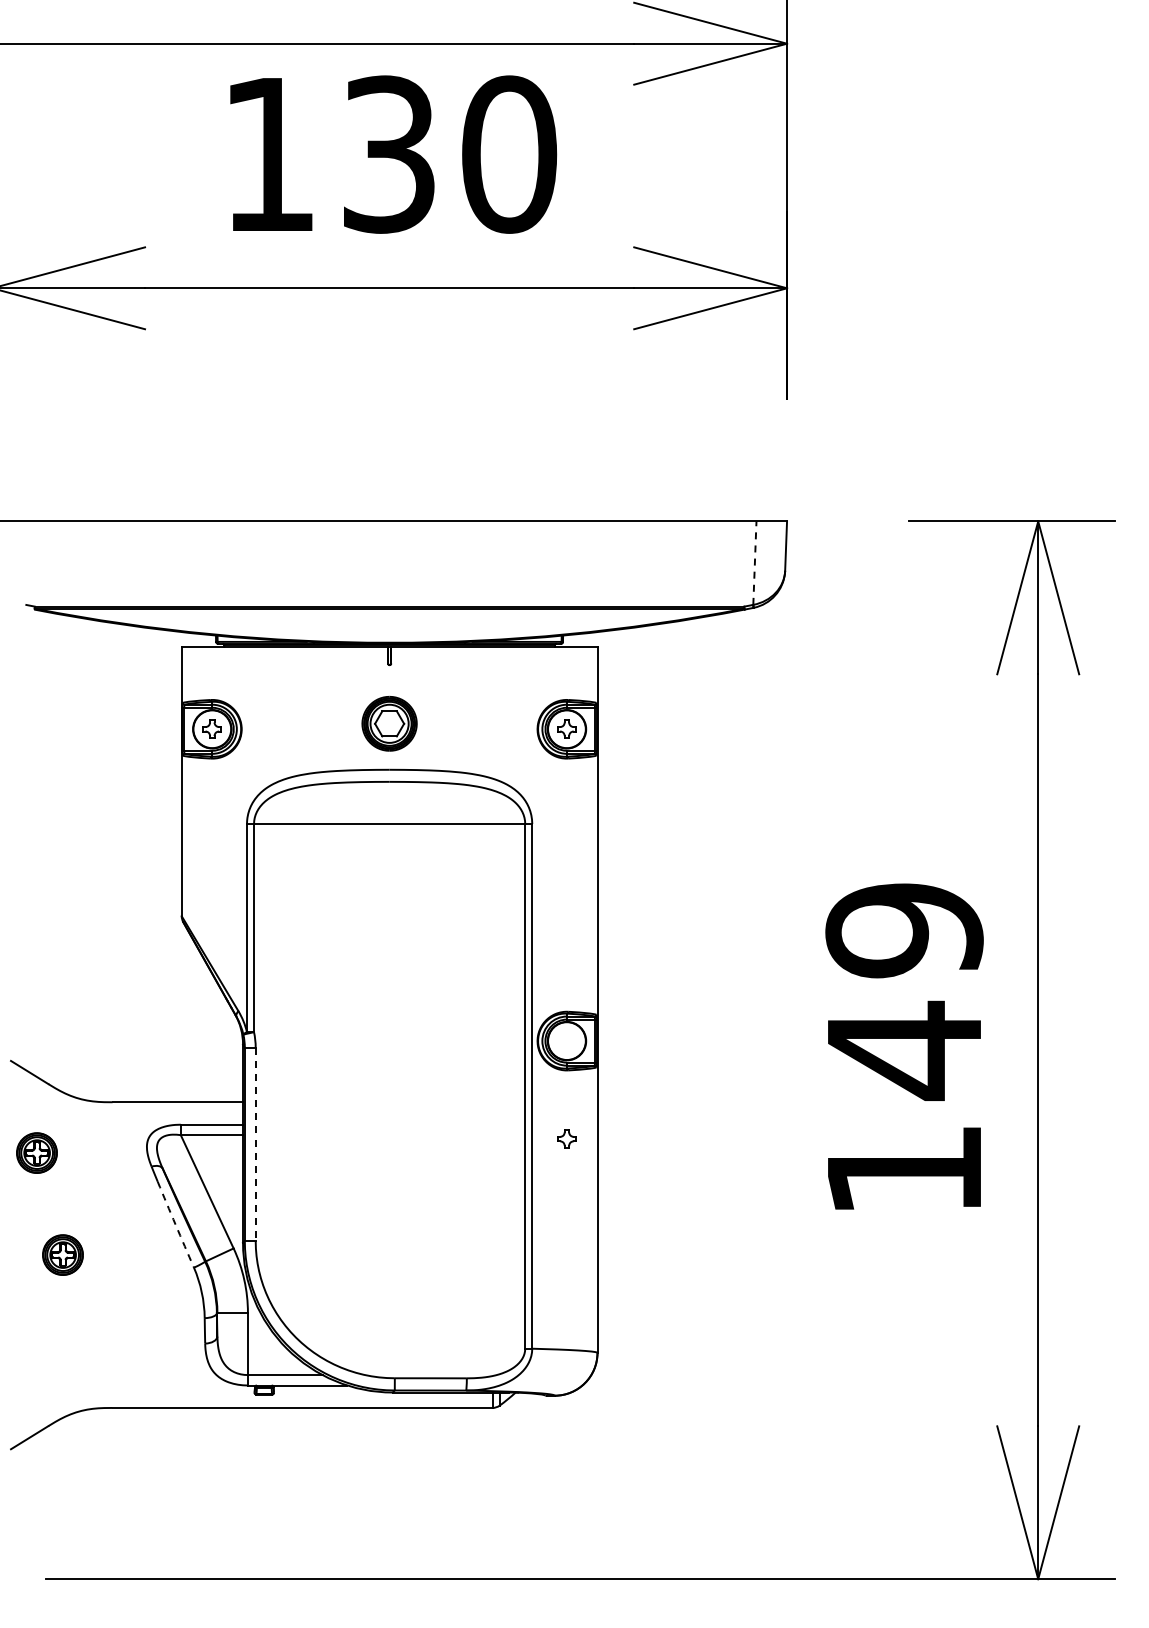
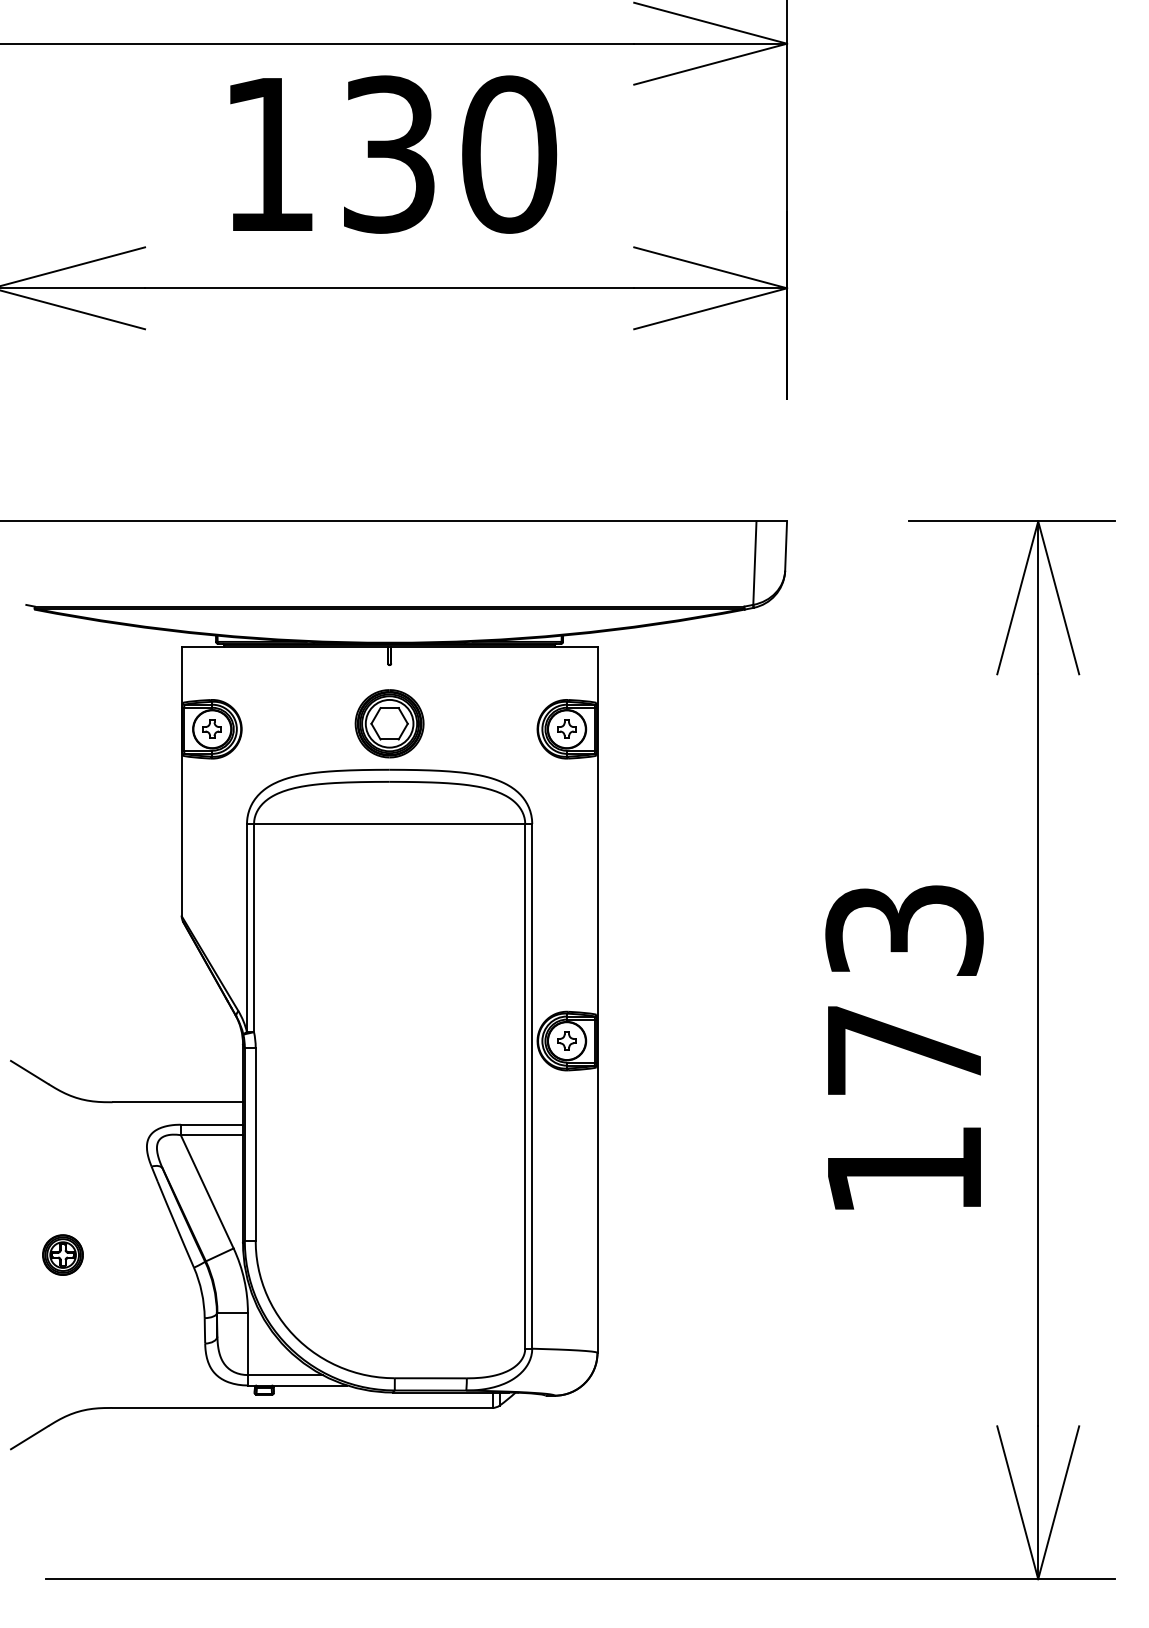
line at (754, 563): dashed -> solid
part at (389, 723) size: 57x56 px -> 71x70 px
text at (904, 991): 149 -> 173
part at (566, 1138) position: (566, 1138) -> (566, 1040)
line at (255, 1144): dashed -> solid
part at (36, 1152): present -> none
arc at (175, 1224): dashed -> solid
